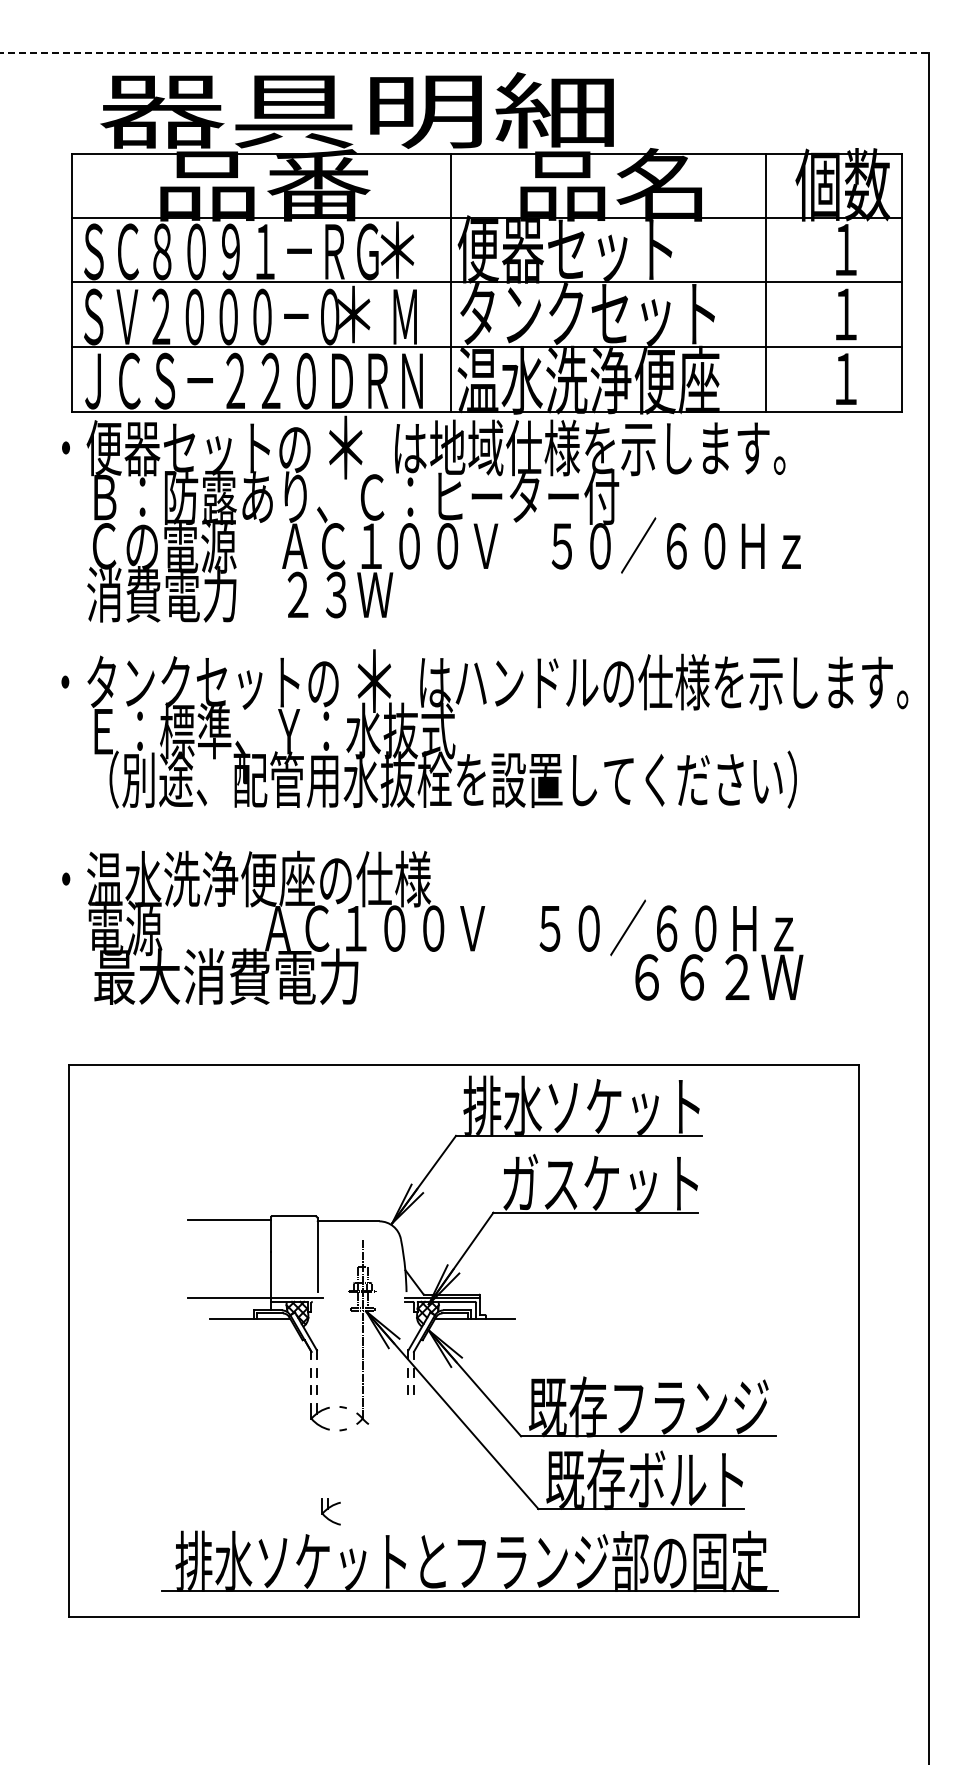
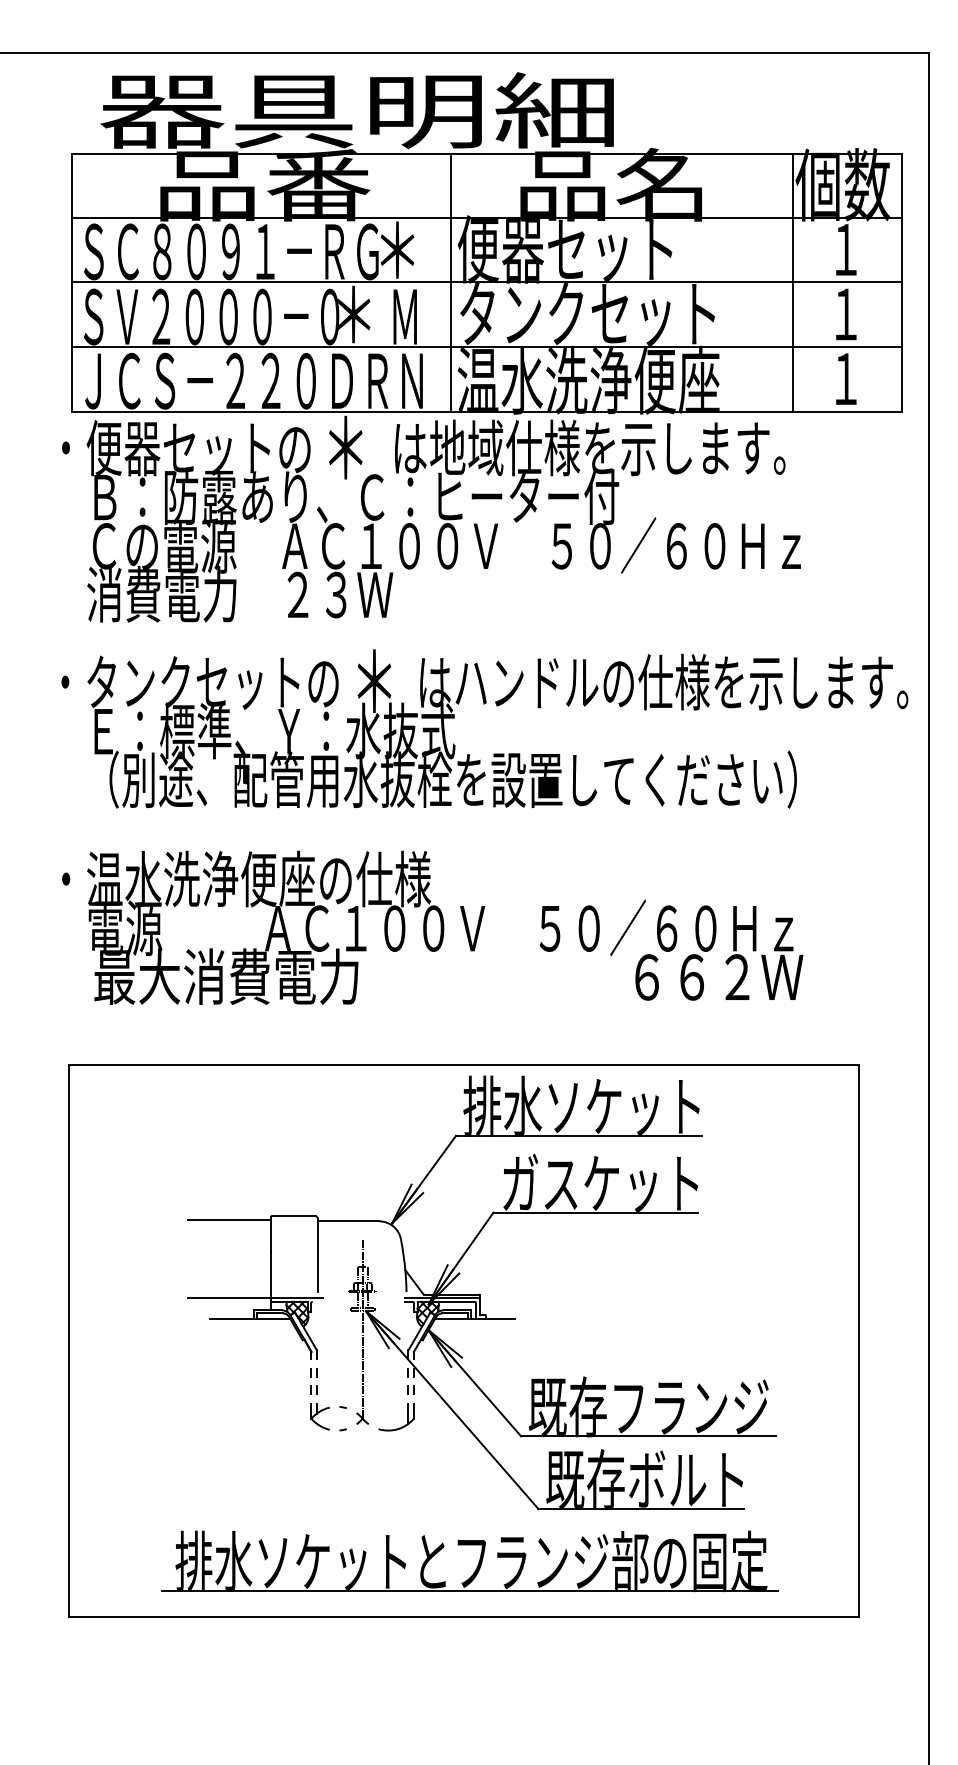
line at (465, 52): dashed -> solid
line at (765, 282) position: (765, 282) -> (792, 282)
part at (401, 1426): none -> present
part at (330, 1511): present -> none
